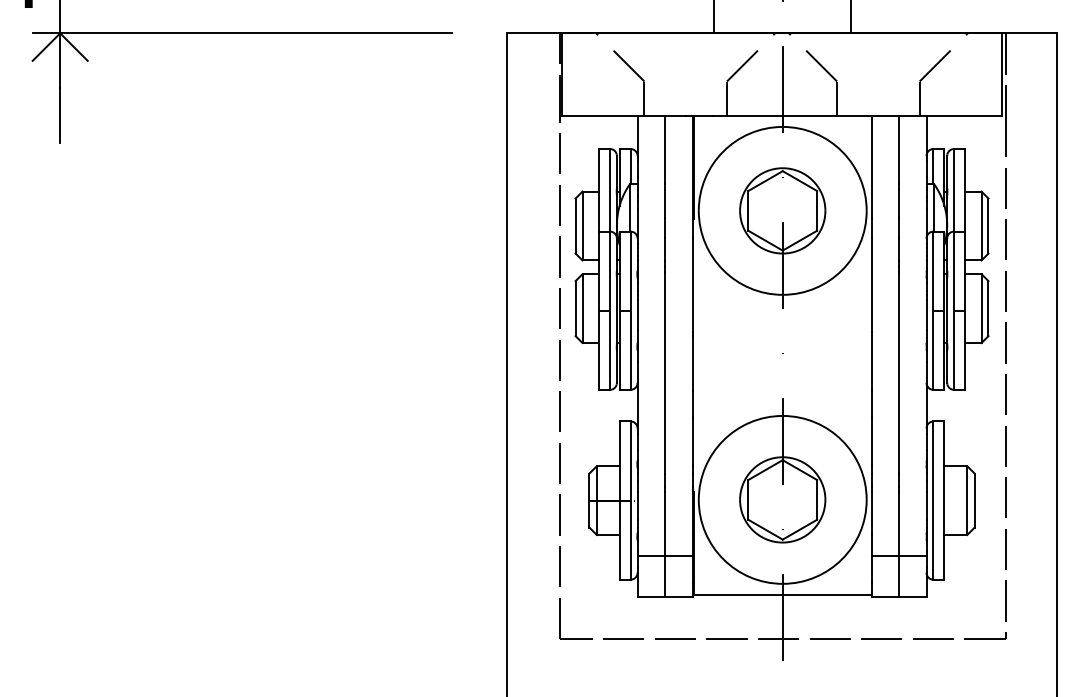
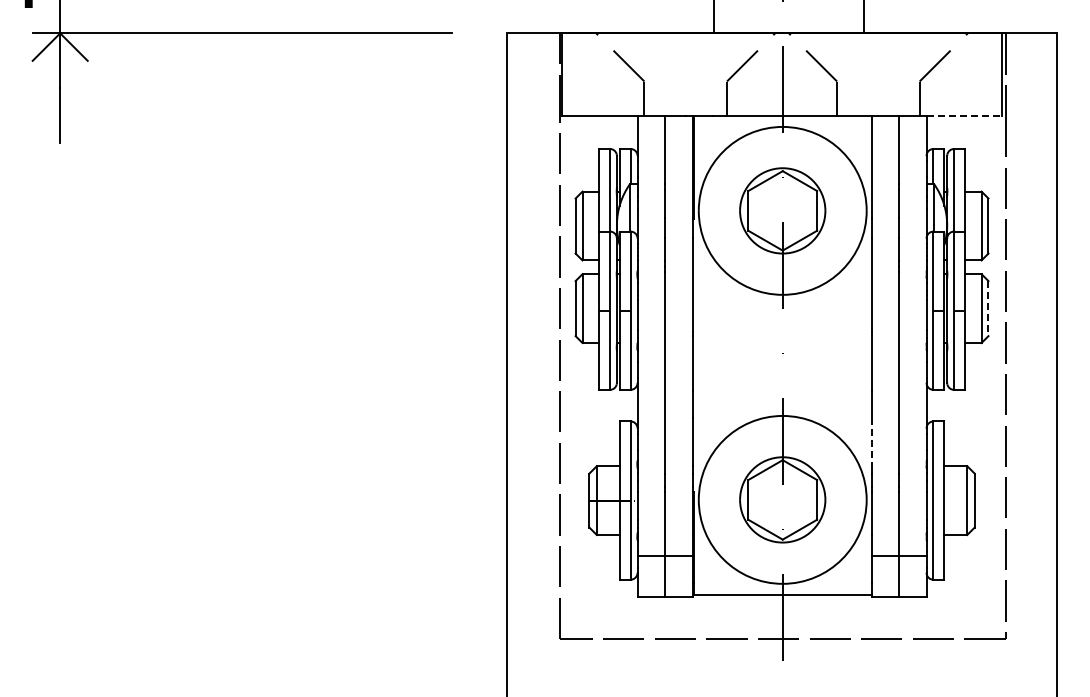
line at (850, 17) position: (850, 17) -> (863, 17)
line at (964, 115): solid -> dashed
line at (988, 308): solid -> dashed
line at (871, 442): solid -> dashed
